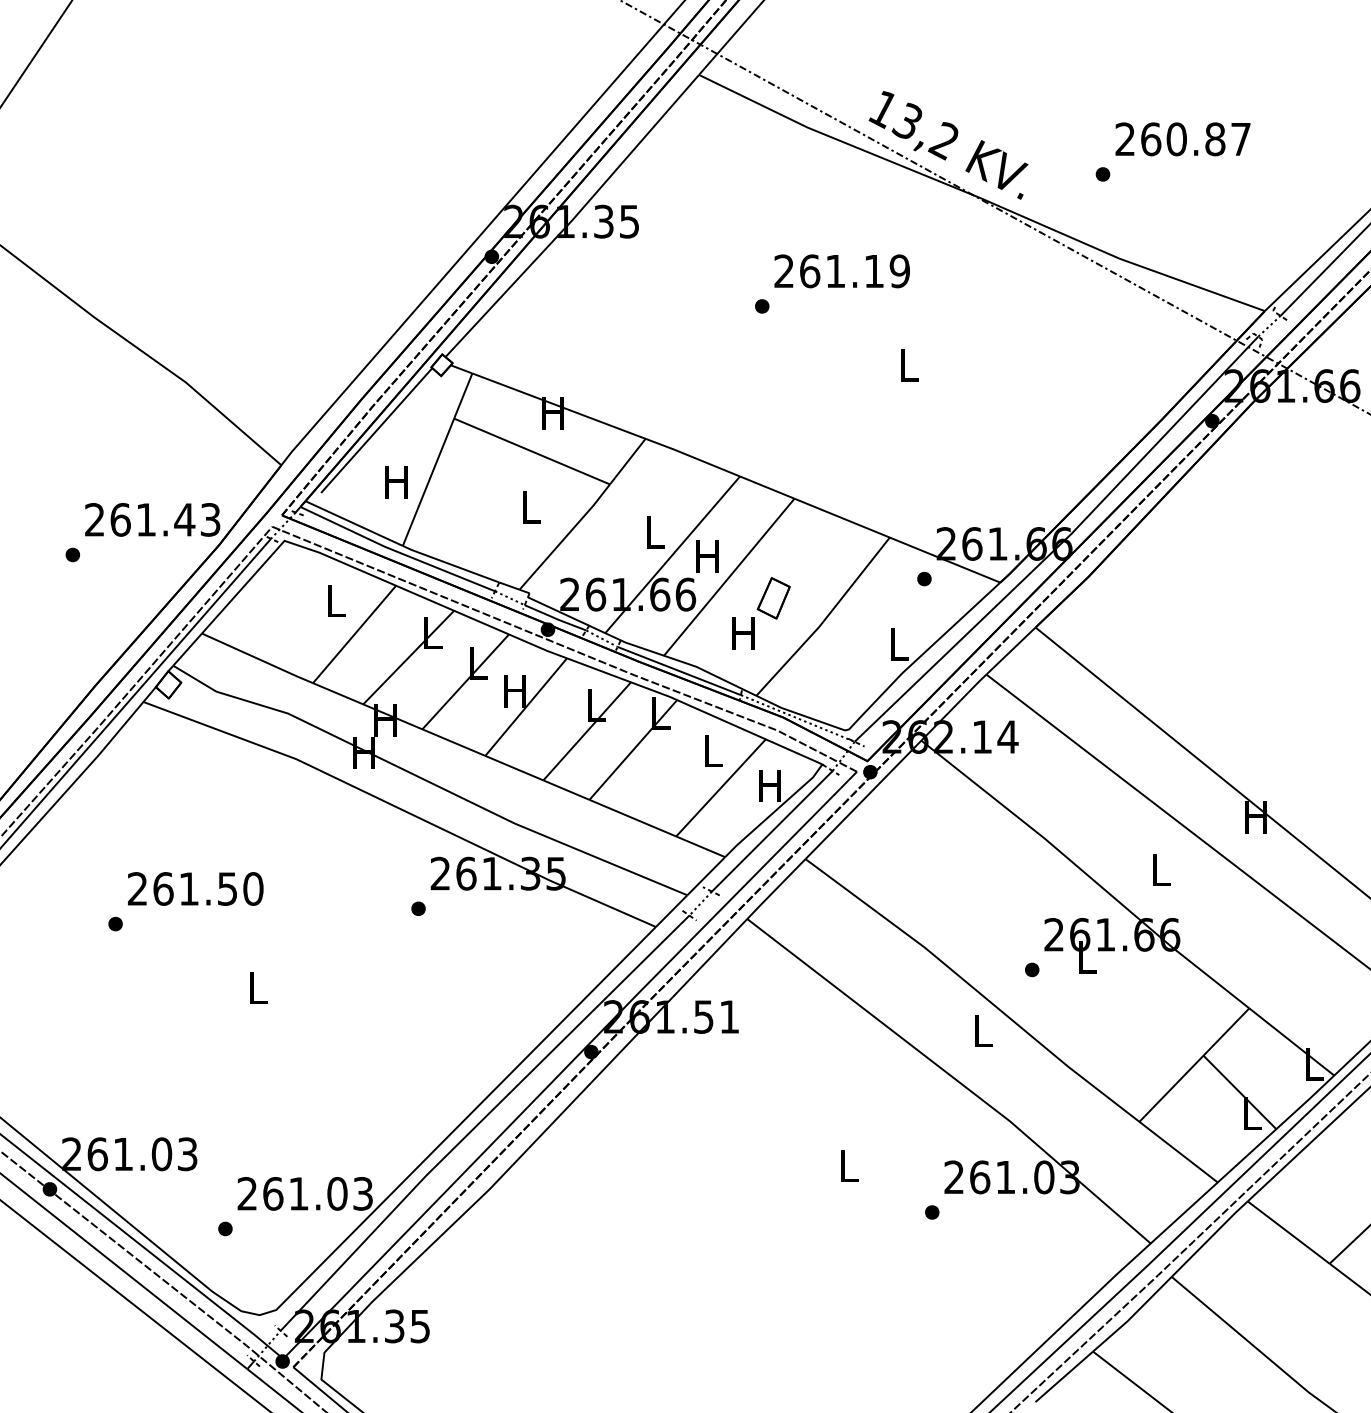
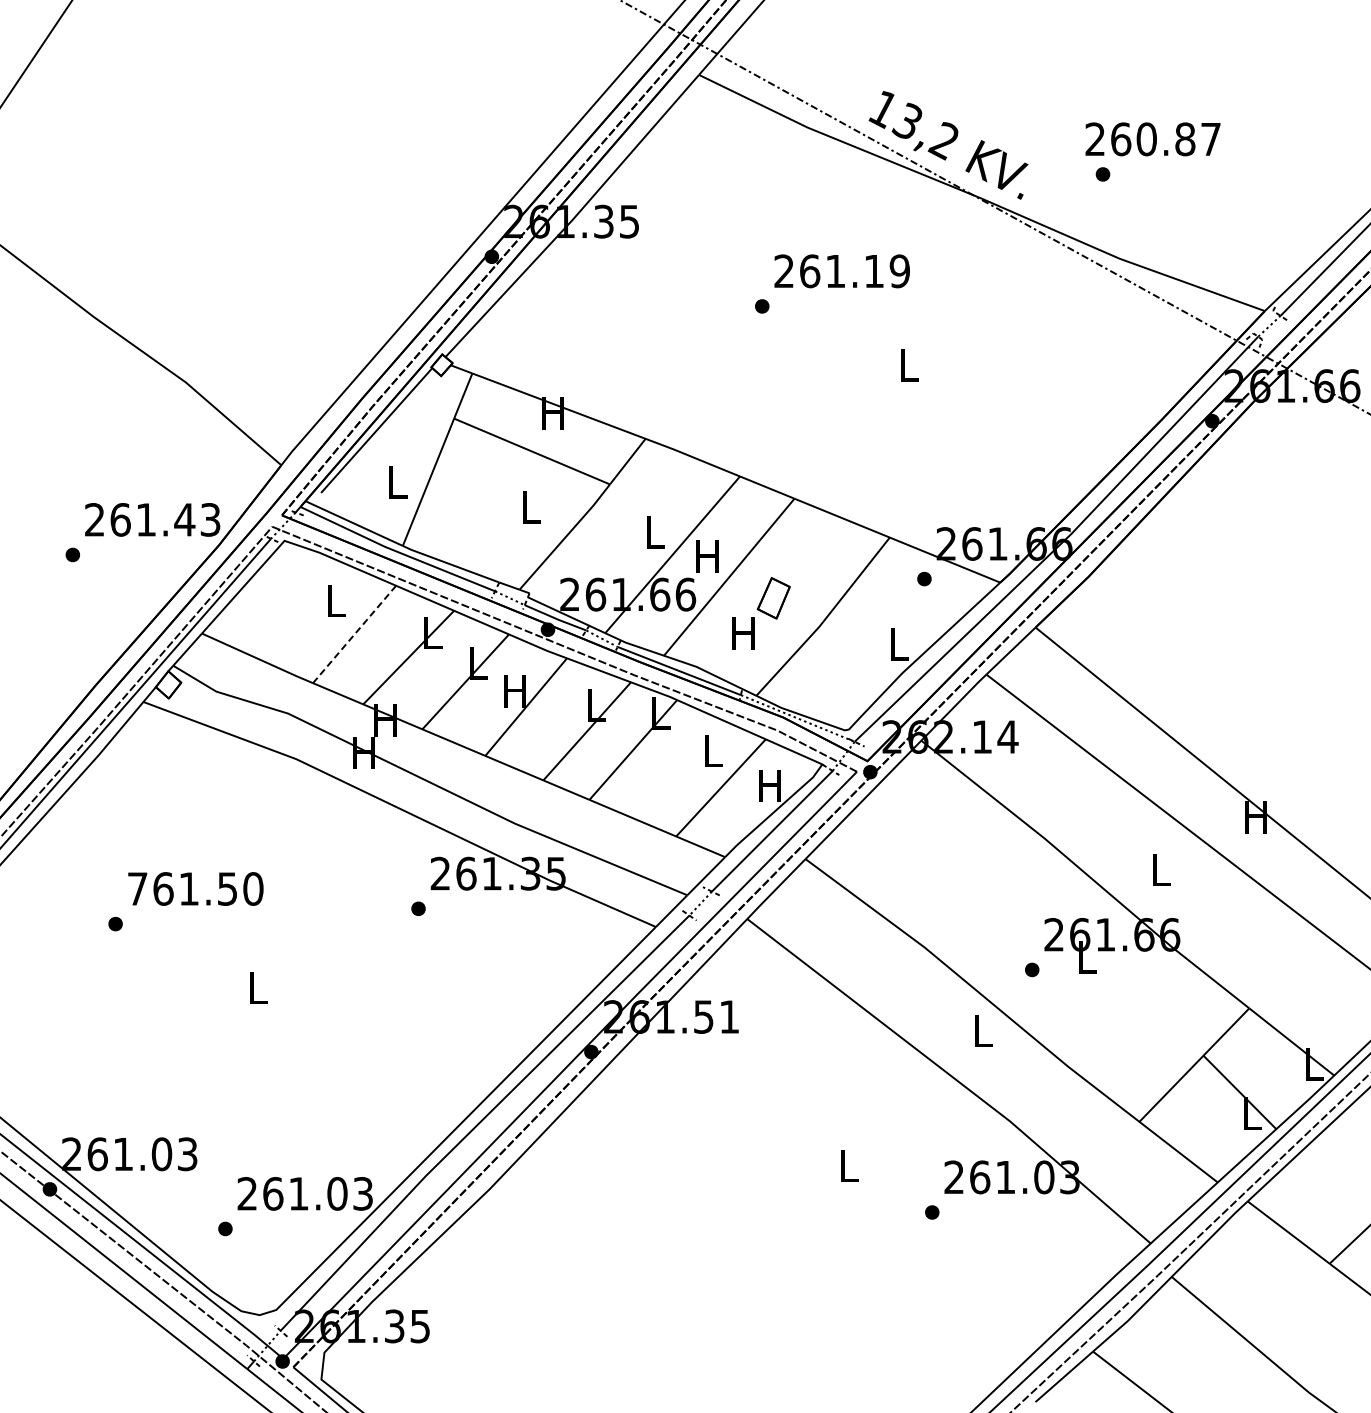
text at (1182, 139) position: (1182, 139) -> (1152, 139)
text at (396, 482): H -> L
line at (354, 634): solid -> dashed
text at (137, 888): 261.50 -> 761.50
